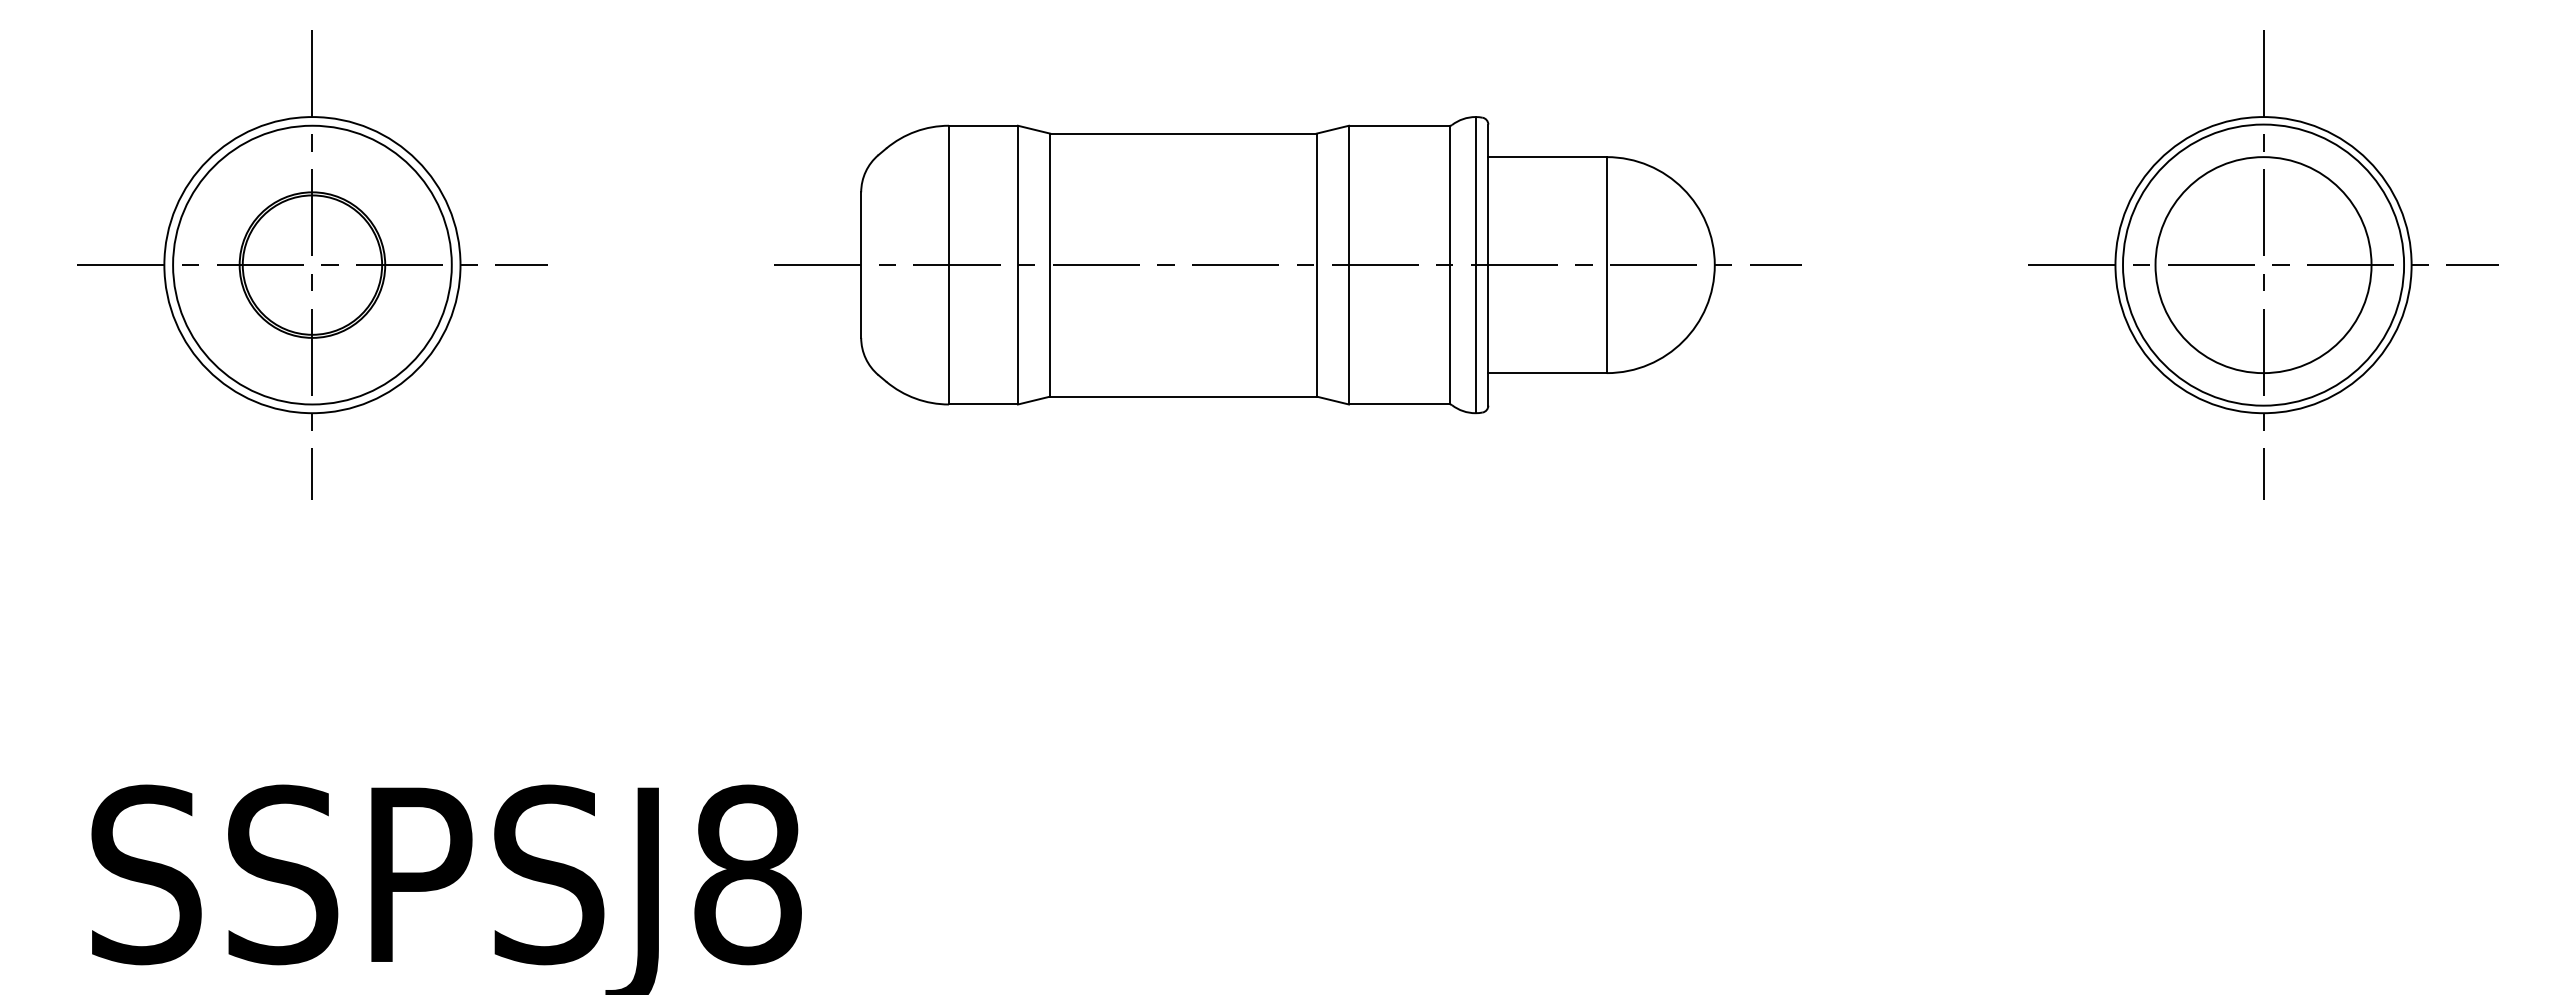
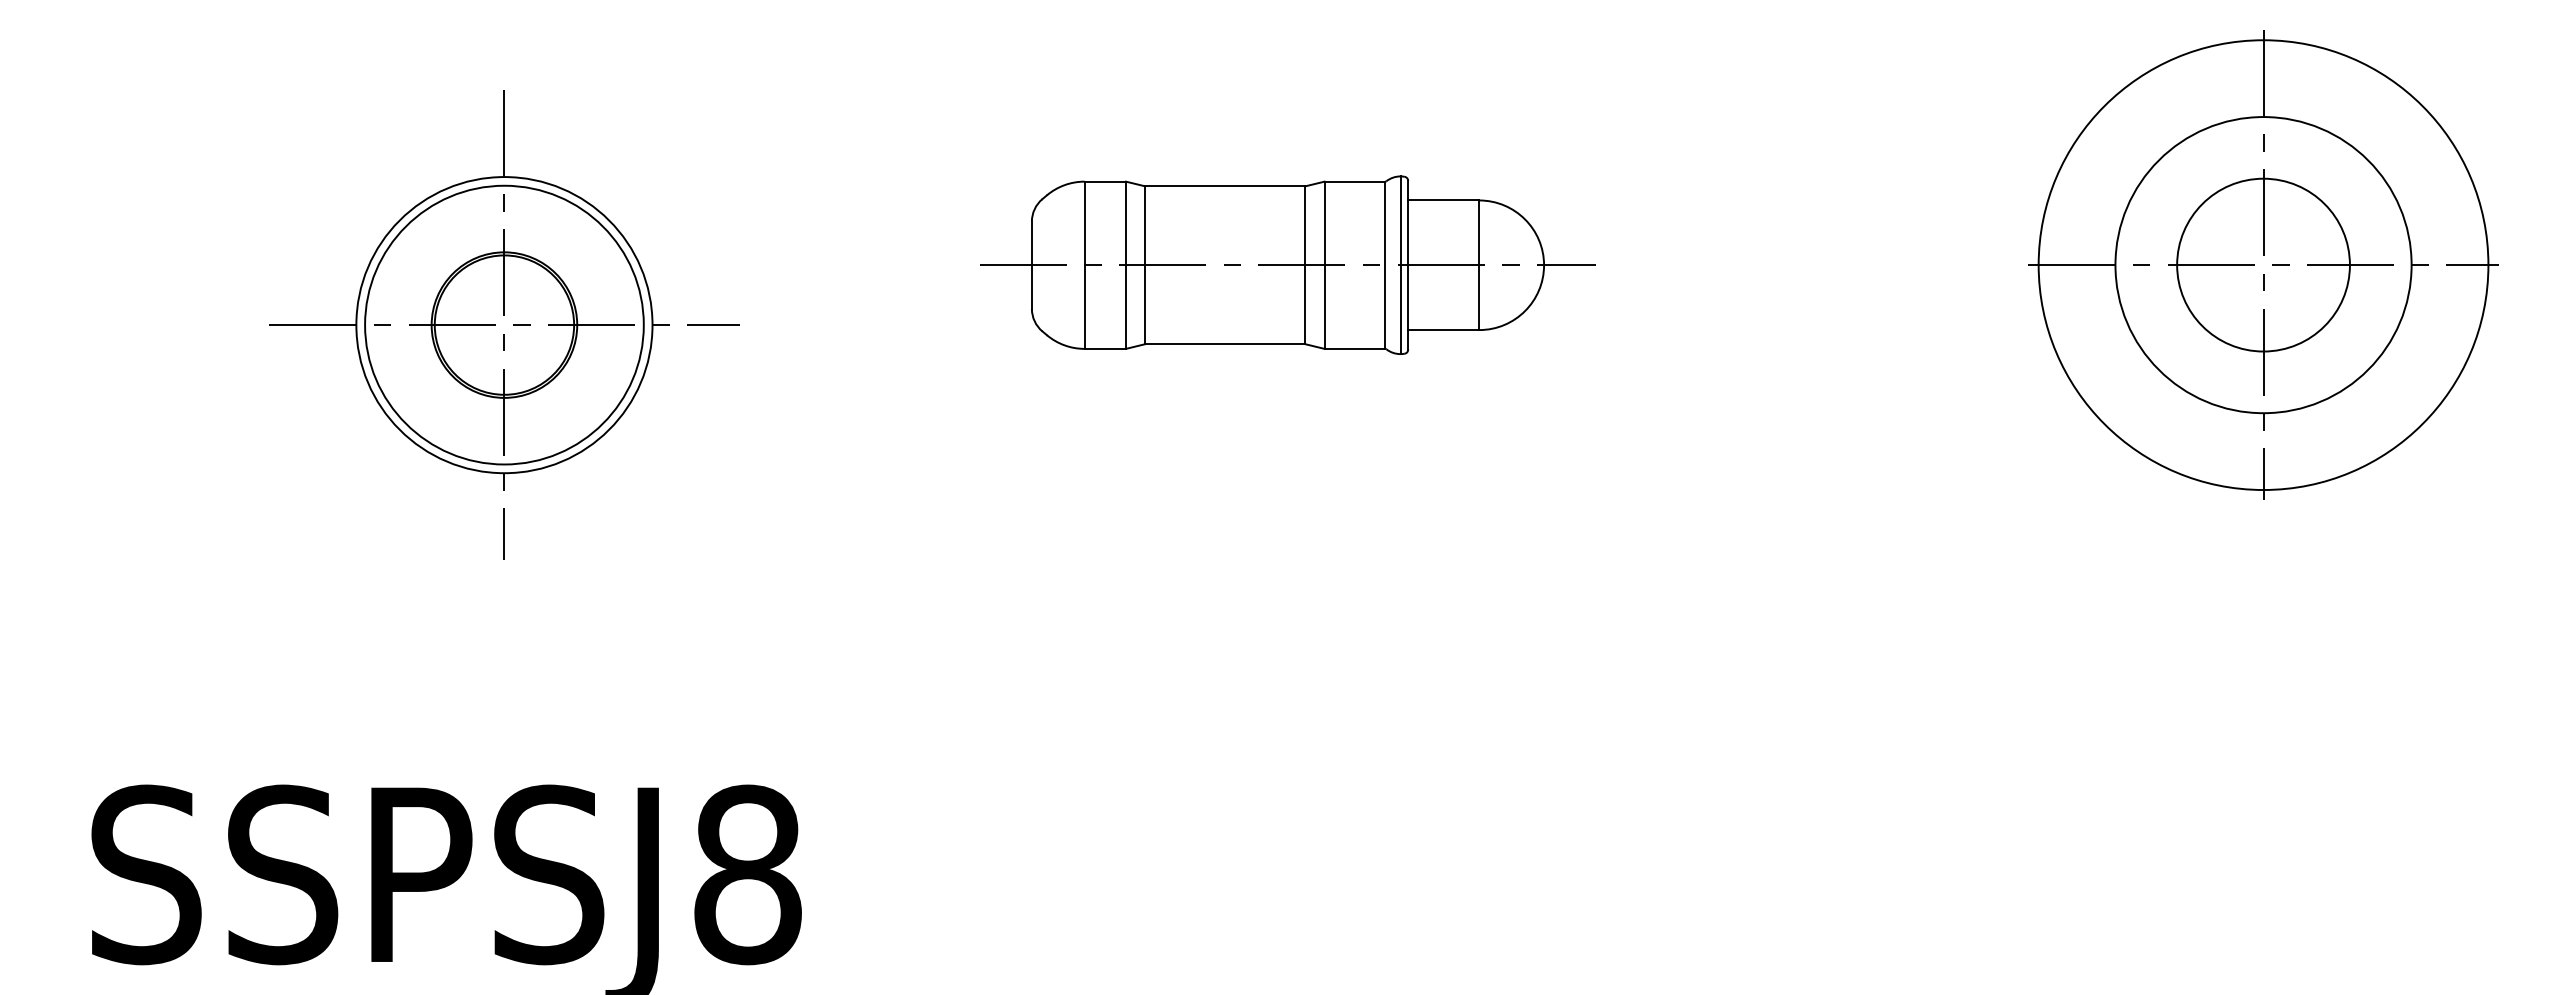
part at (312, 264) position: (312, 264) -> (504, 324)
circle at (2263, 264) diameter: 281 px -> 450 px
part at (1287, 265) size: 1028x299 px -> 616x180 px
circle at (2263, 265) diameter: 216 px -> 173 px
